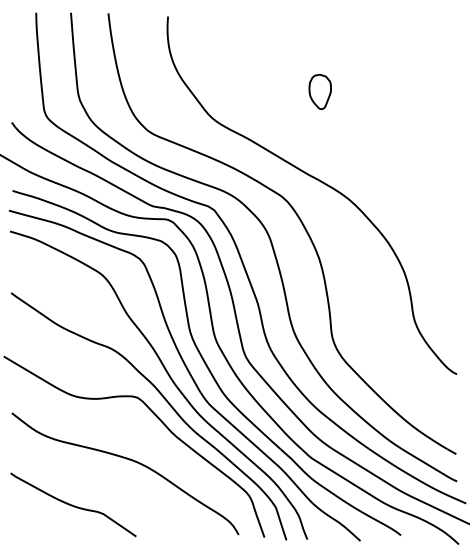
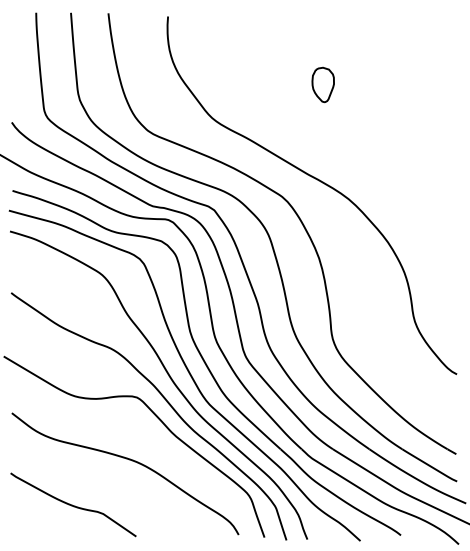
part at (319, 91) position: (319, 91) -> (322, 84)
